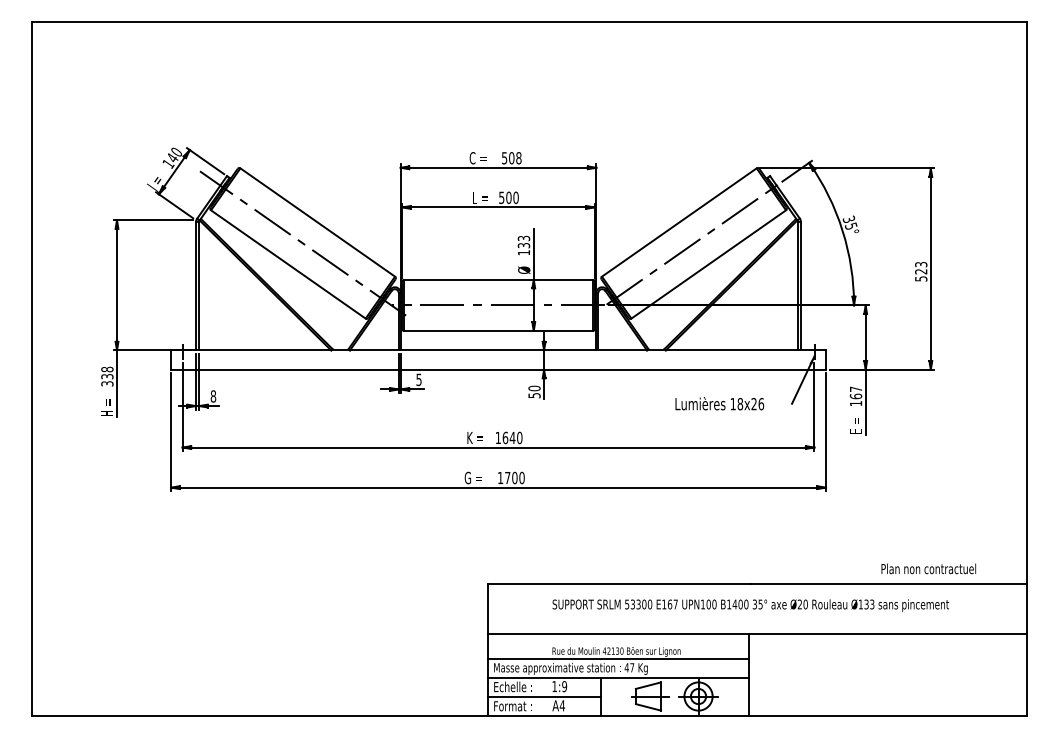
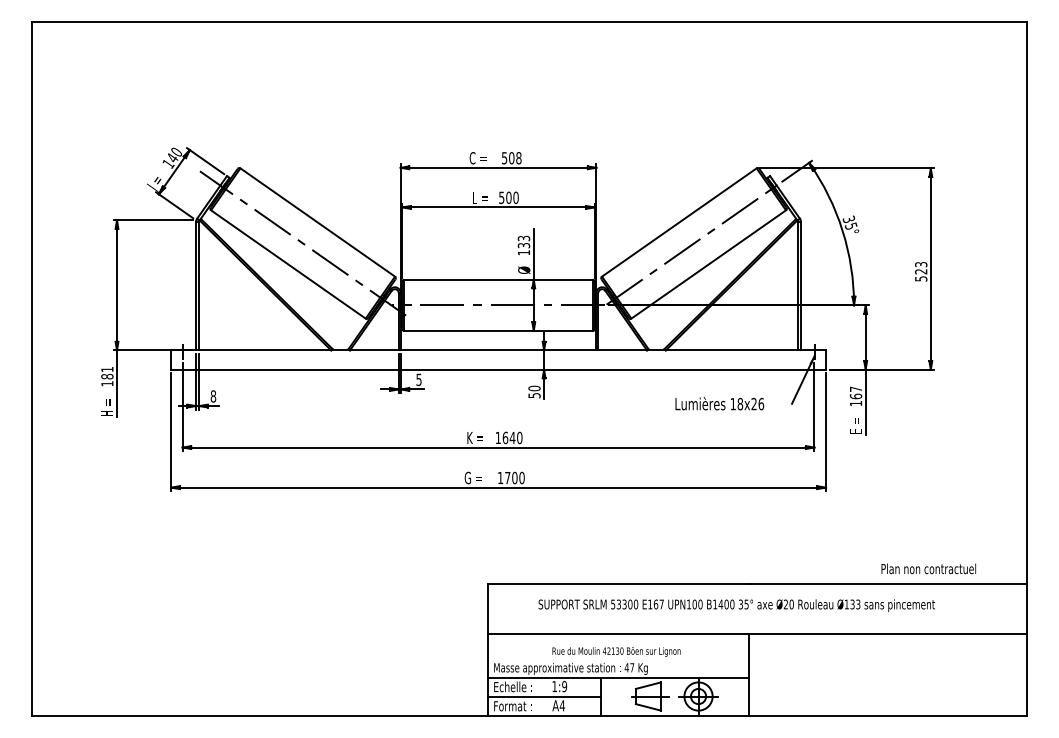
text at (107, 376): 338 -> 181
text at (750, 605) position: (750, 605) -> (736, 605)
line at (617, 658): present -> none
